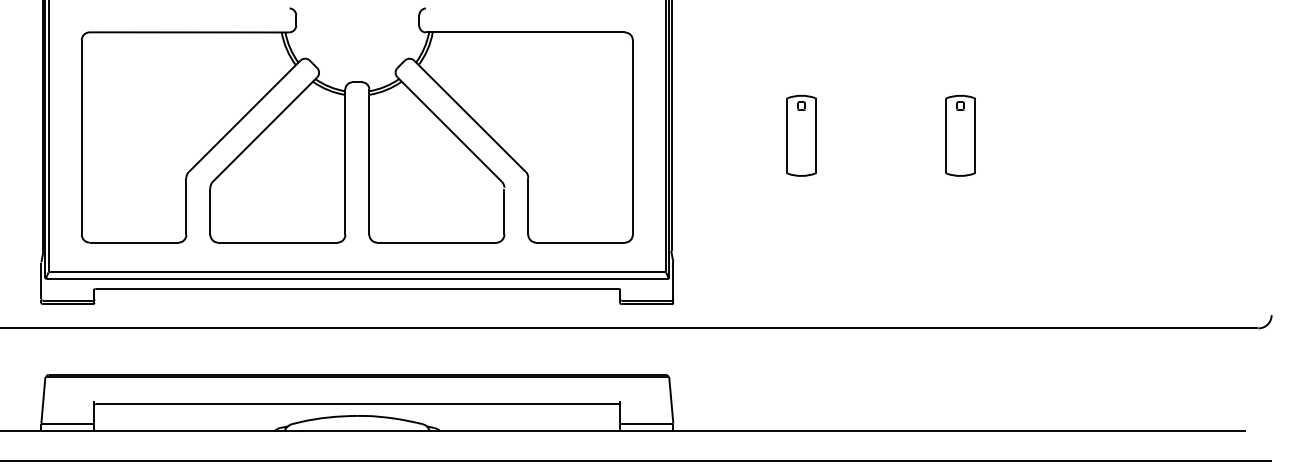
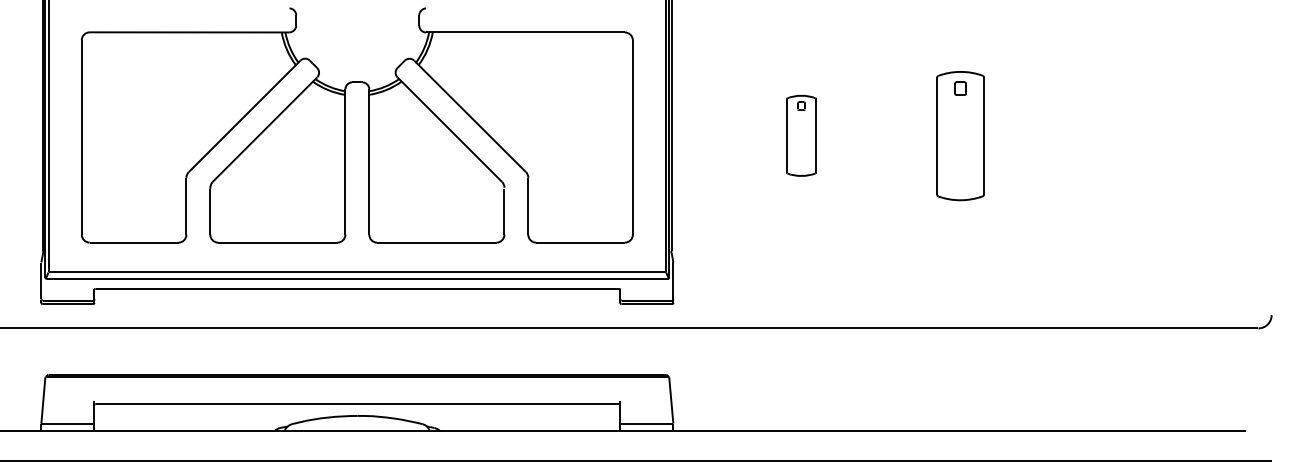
part at (960, 135) size: 31x83 px -> 49x131 px
